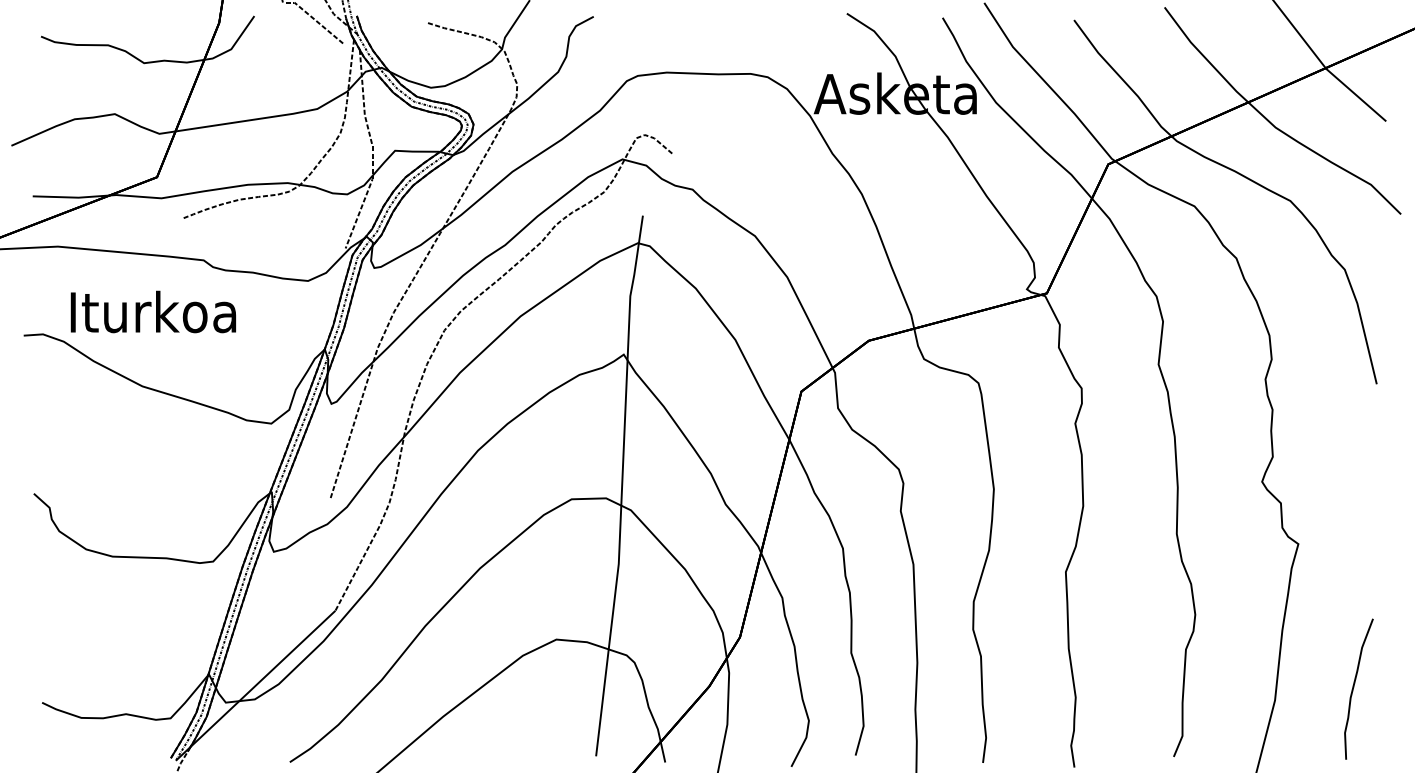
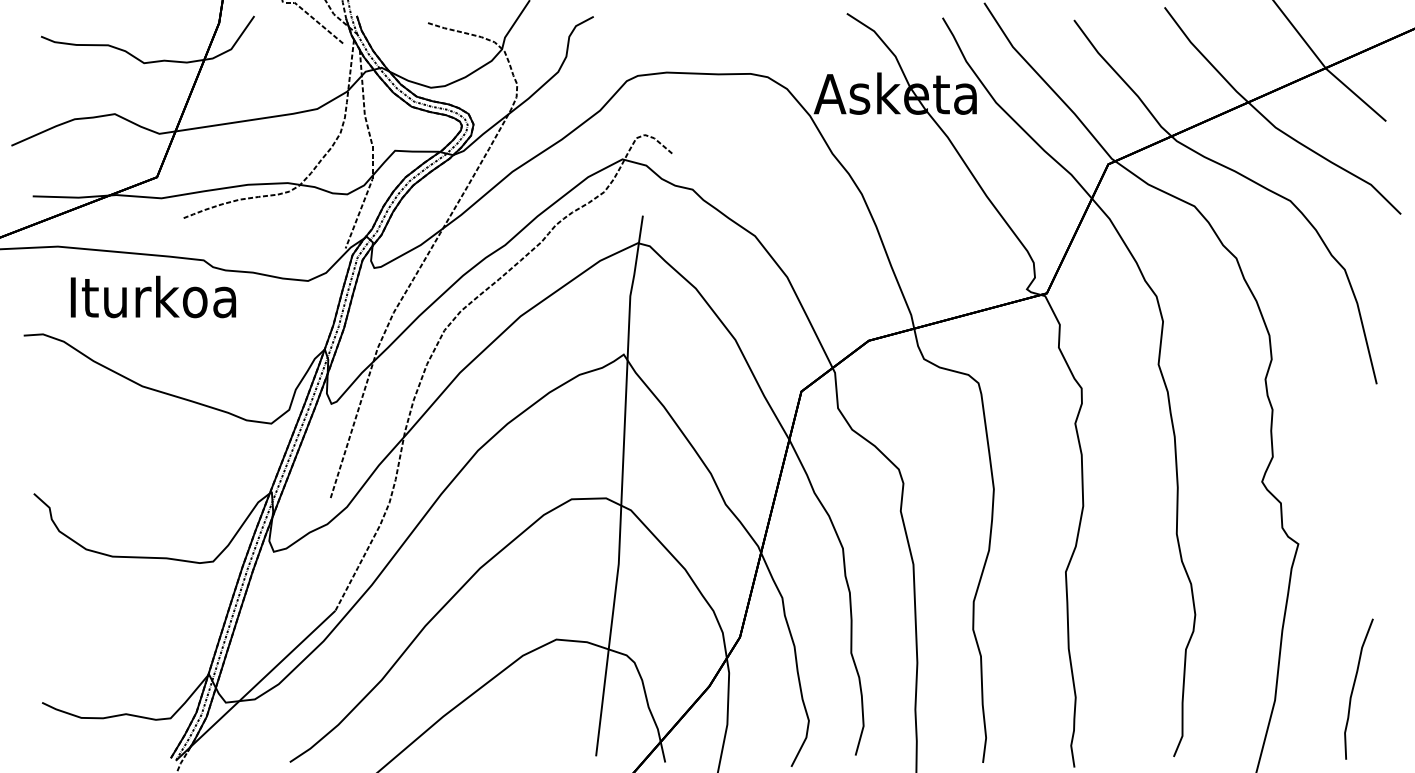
text at (152, 311) position: (152, 311) -> (152, 296)
